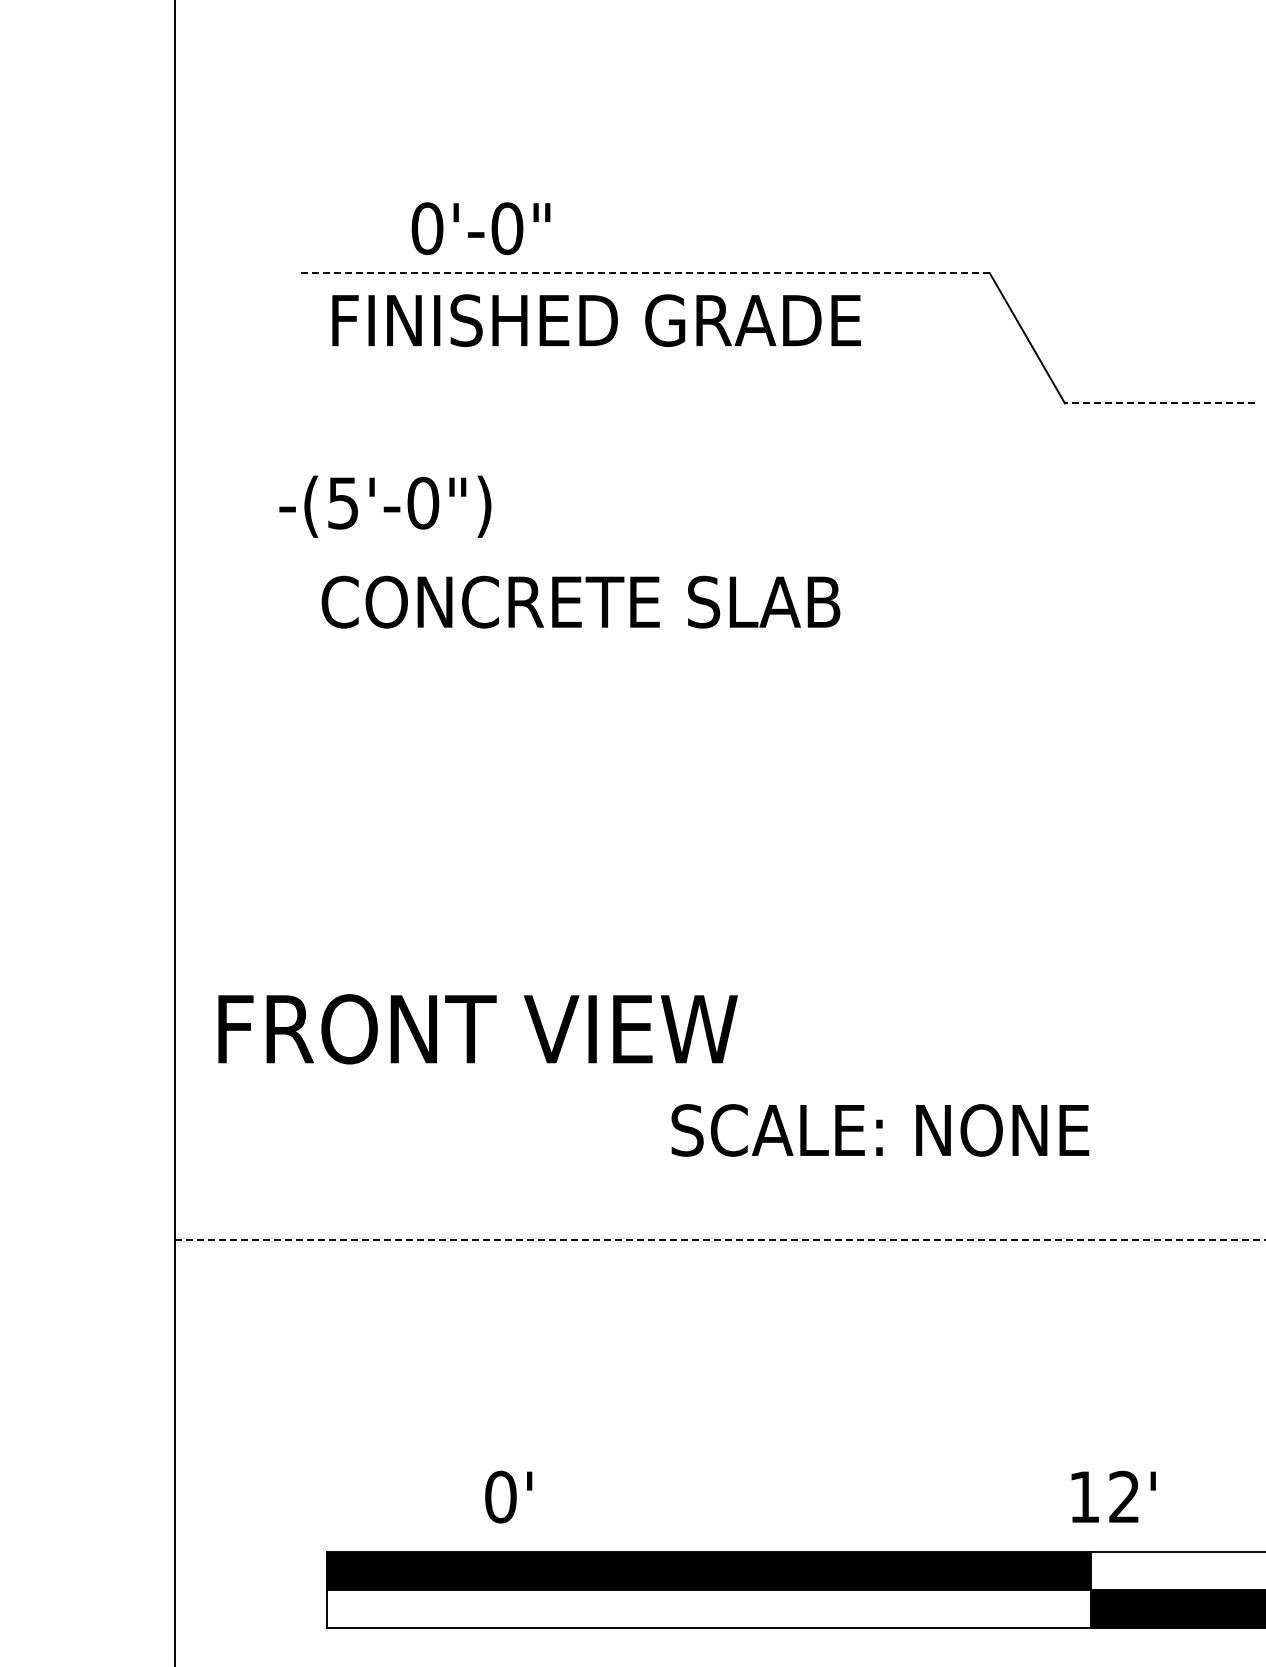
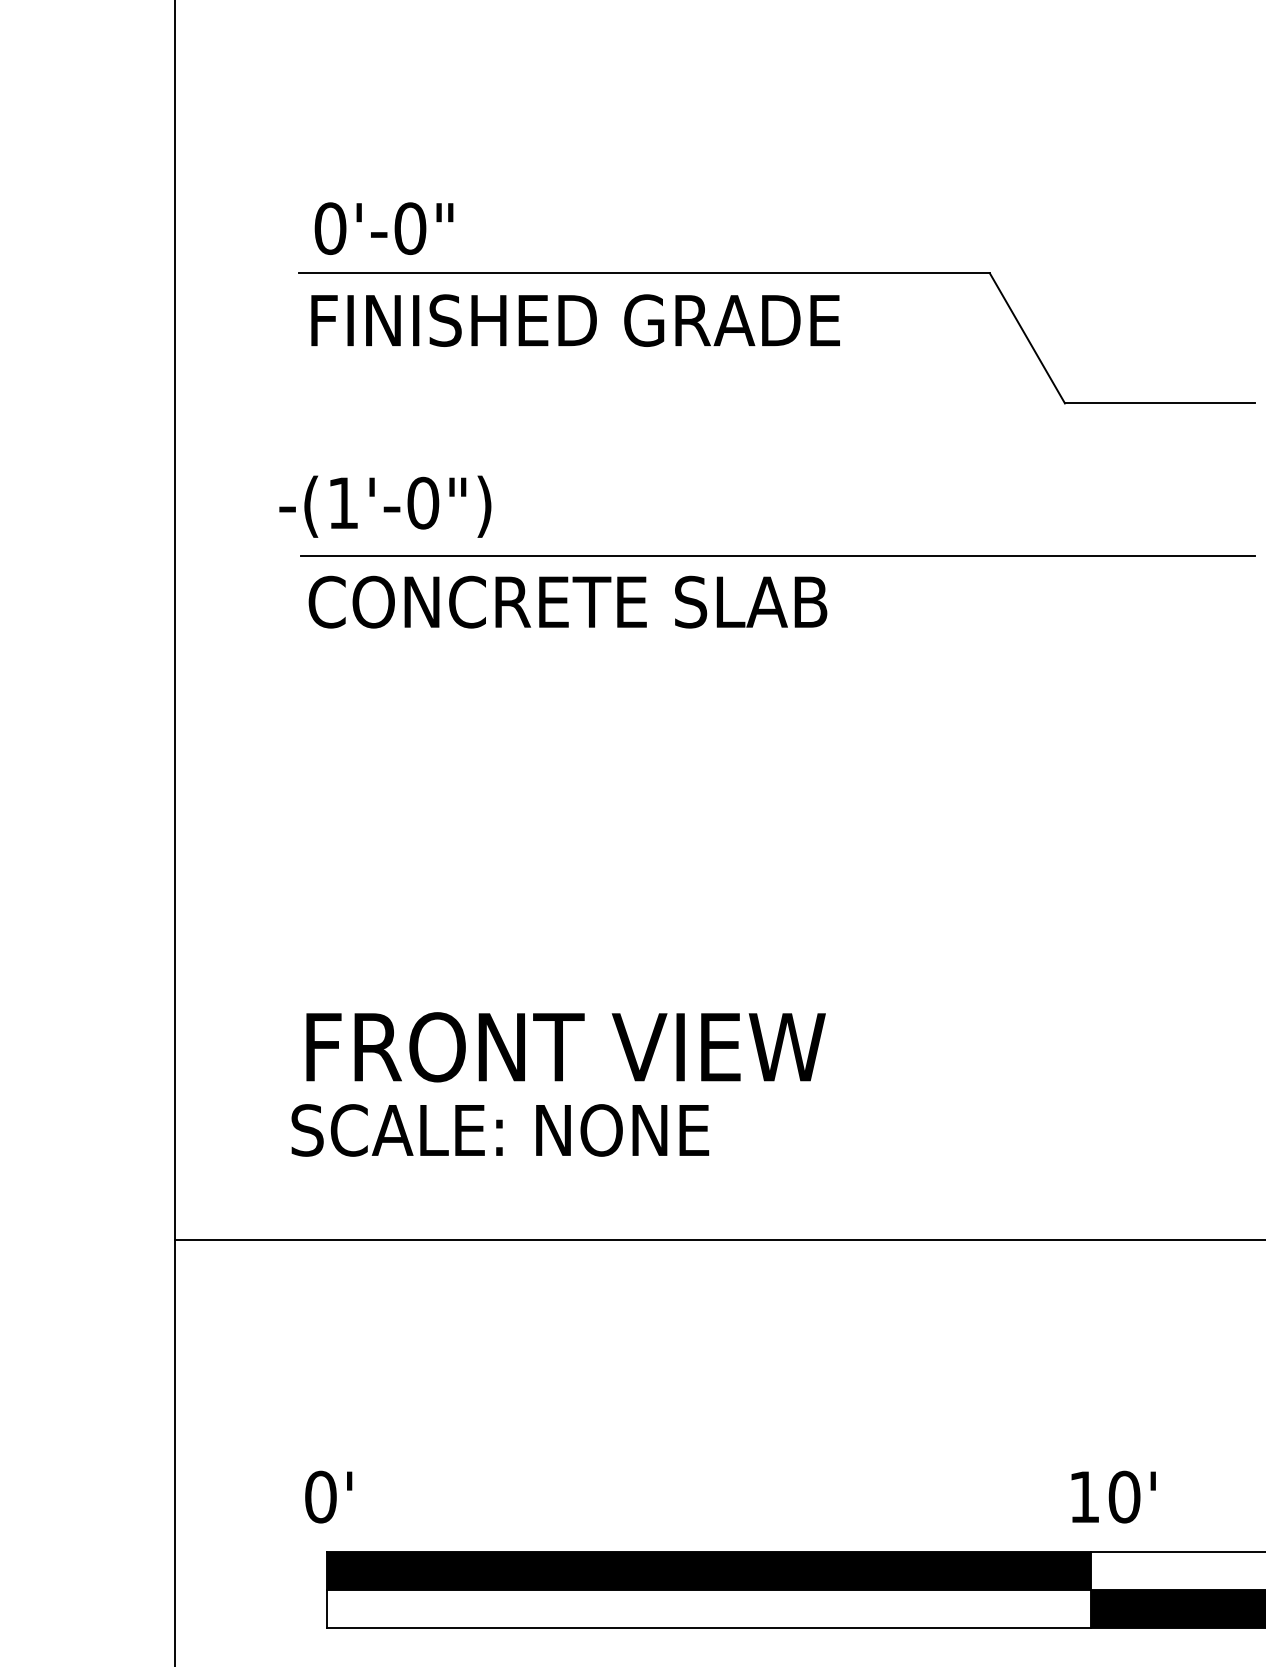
text at (480, 228) position: (480, 228) -> (383, 228)
line at (644, 273): dashed -> solid
text at (596, 320) position: (596, 320) -> (575, 320)
line at (1159, 403): dashed -> solid
text at (342, 503): -(5'-0") -> -(1'-0")
line at (778, 556): none -> present
text at (580, 601) position: (580, 601) -> (567, 601)
text at (477, 1029) position: (477, 1029) -> (565, 1047)
text at (880, 1130) position: (880, 1130) -> (500, 1130)
line at (720, 1239): dashed -> solid
text at (508, 1496) position: (508, 1496) -> (328, 1496)
text at (1124, 1496): 12' -> 10'
